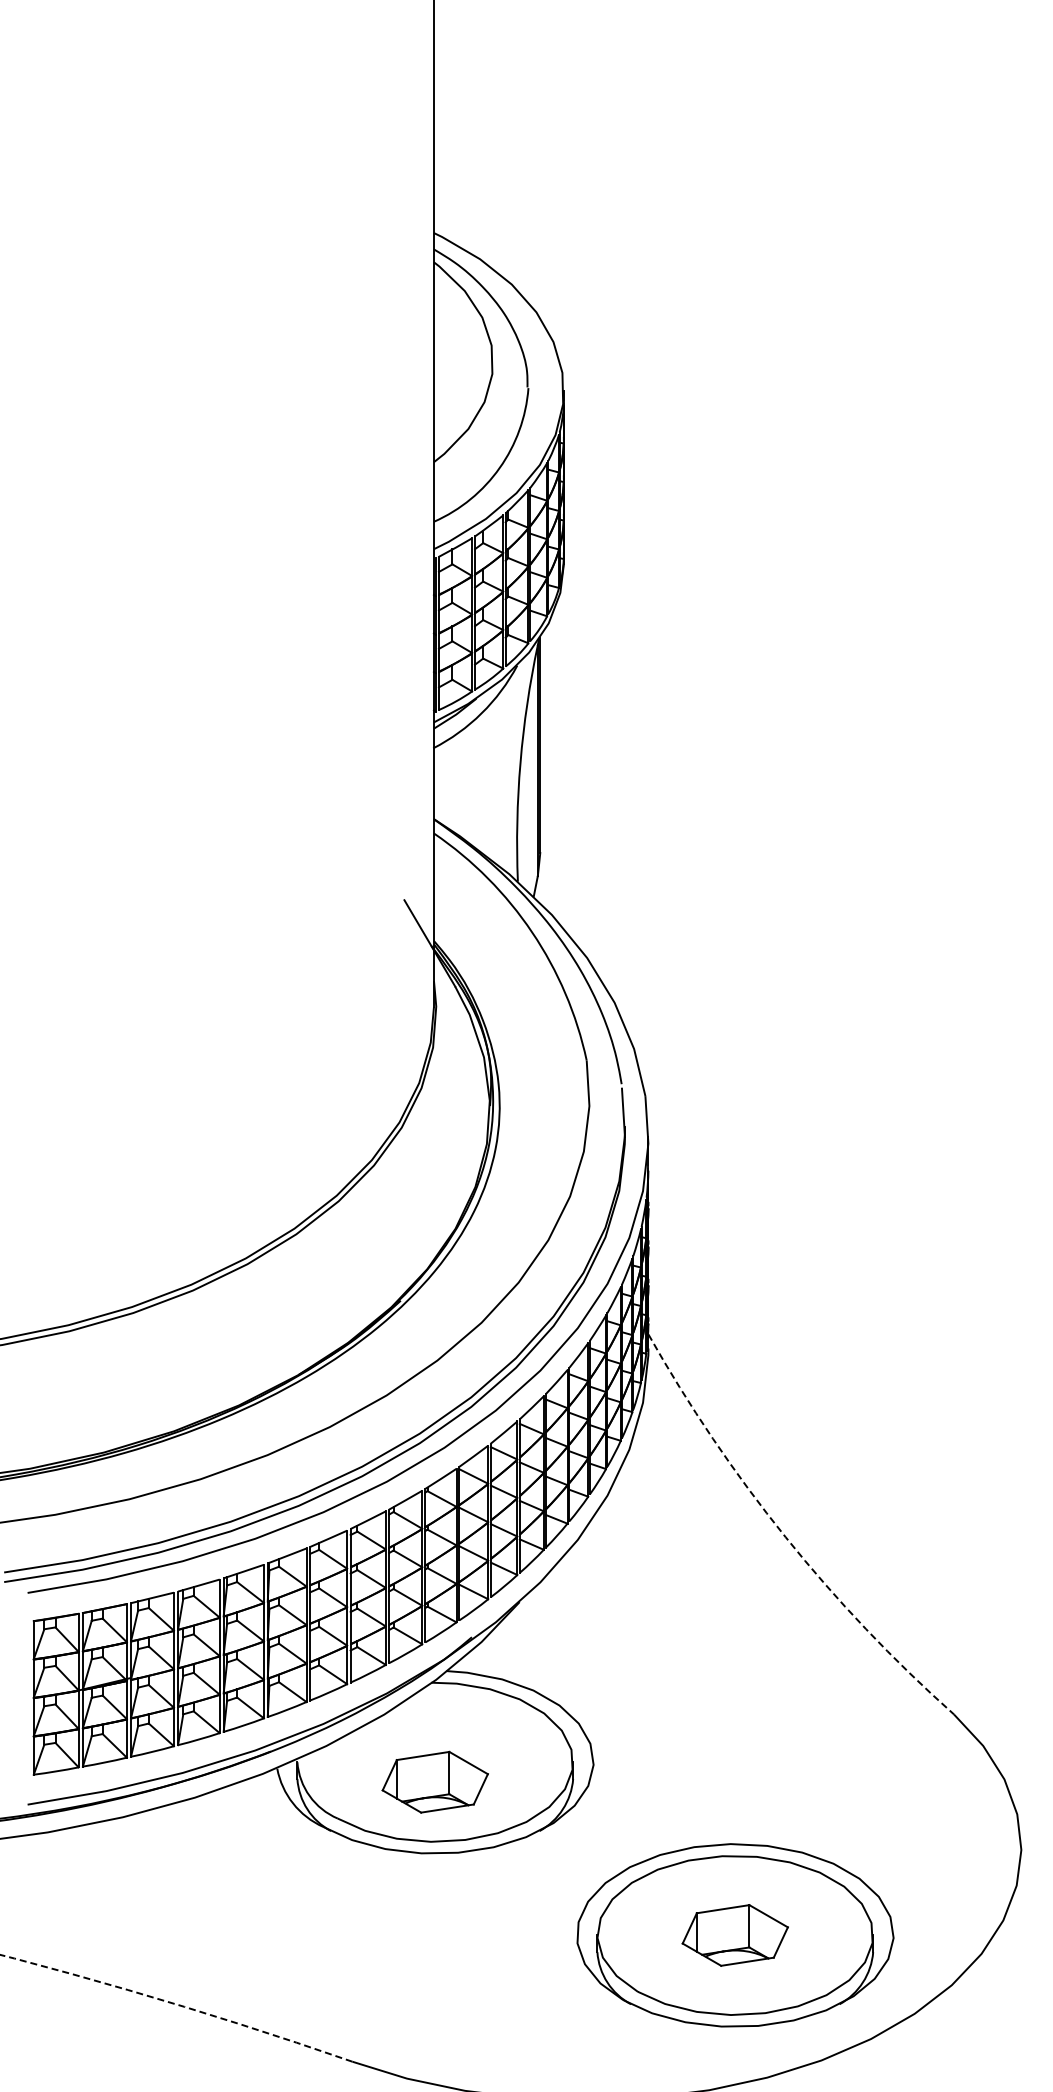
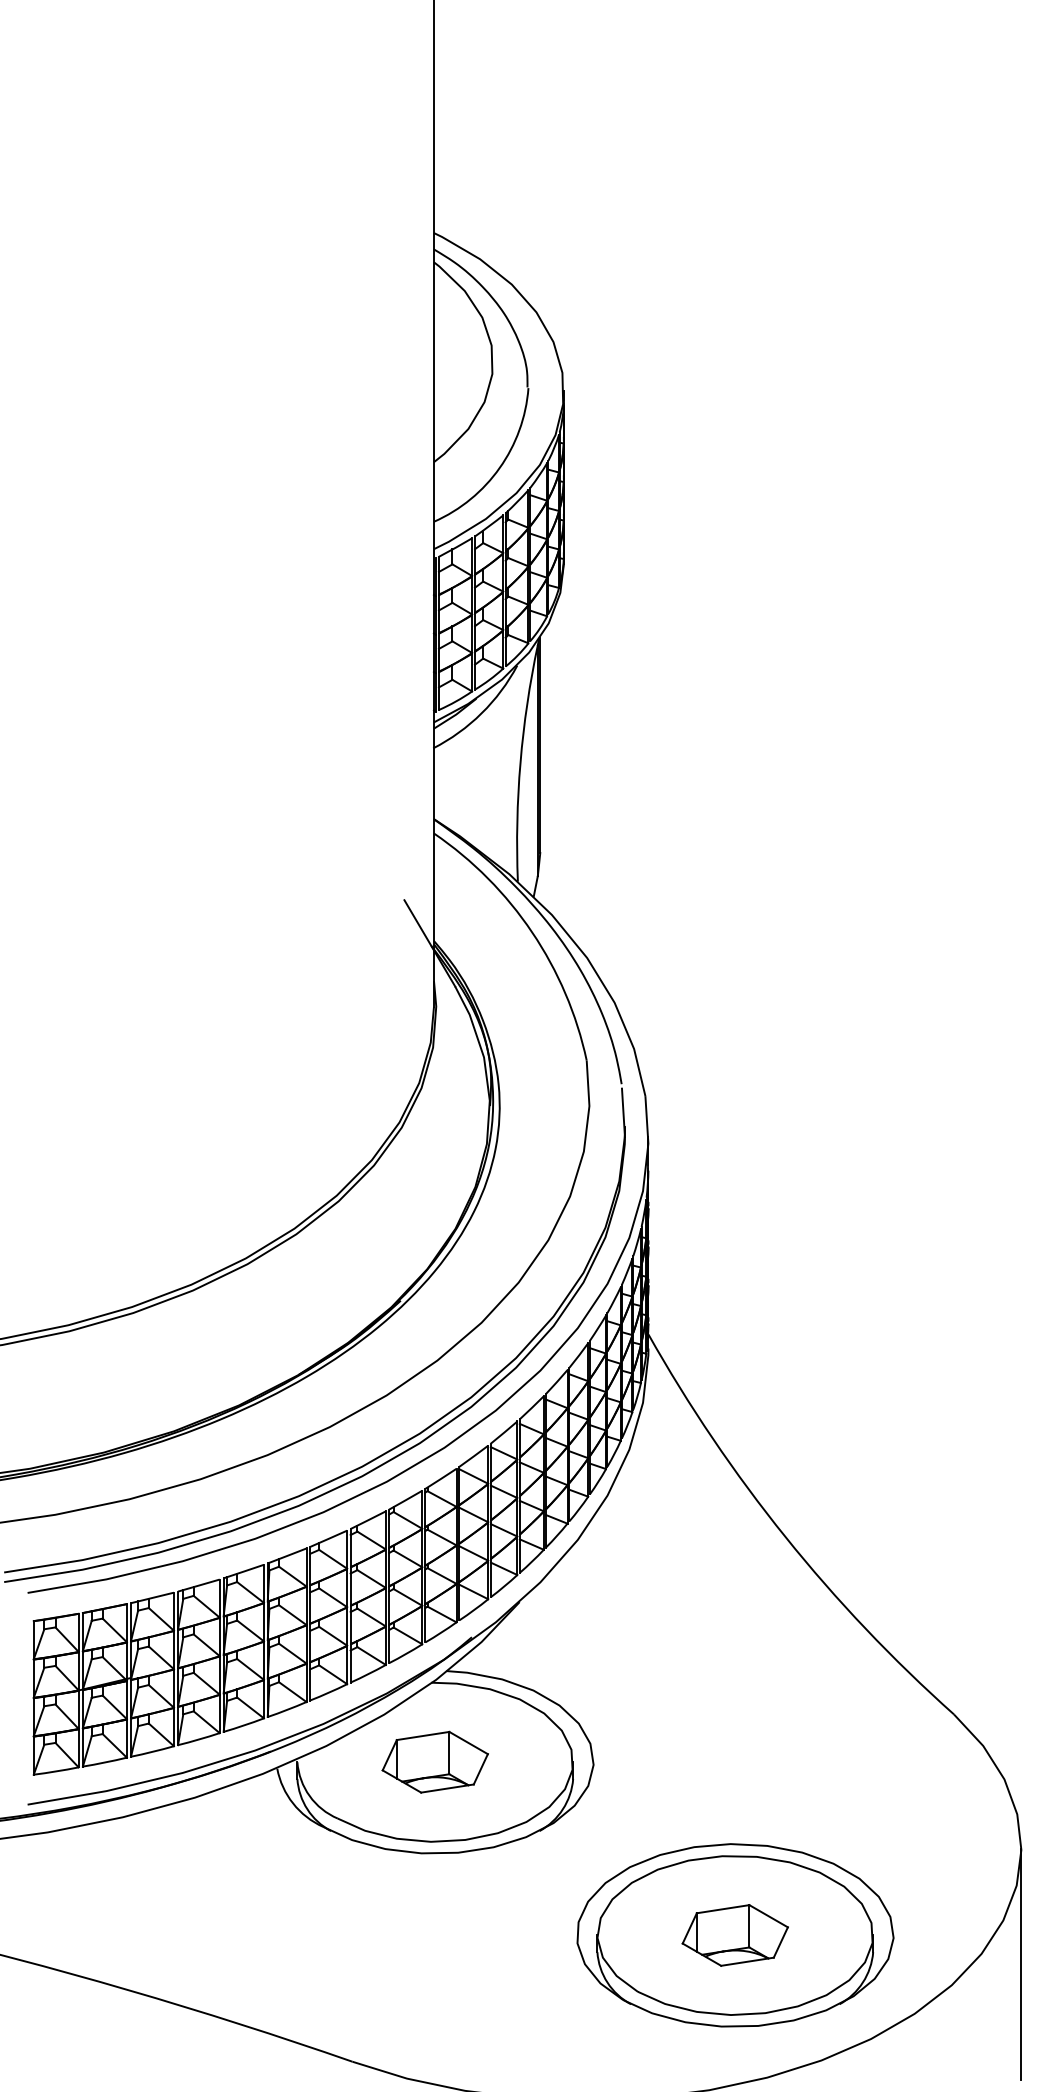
arc at (785, 1537): dashed -> solid
part at (434, 1781) position: (434, 1781) -> (434, 1761)
line at (1021, 1963): none -> present
arc at (176, 2004): dashed -> solid
